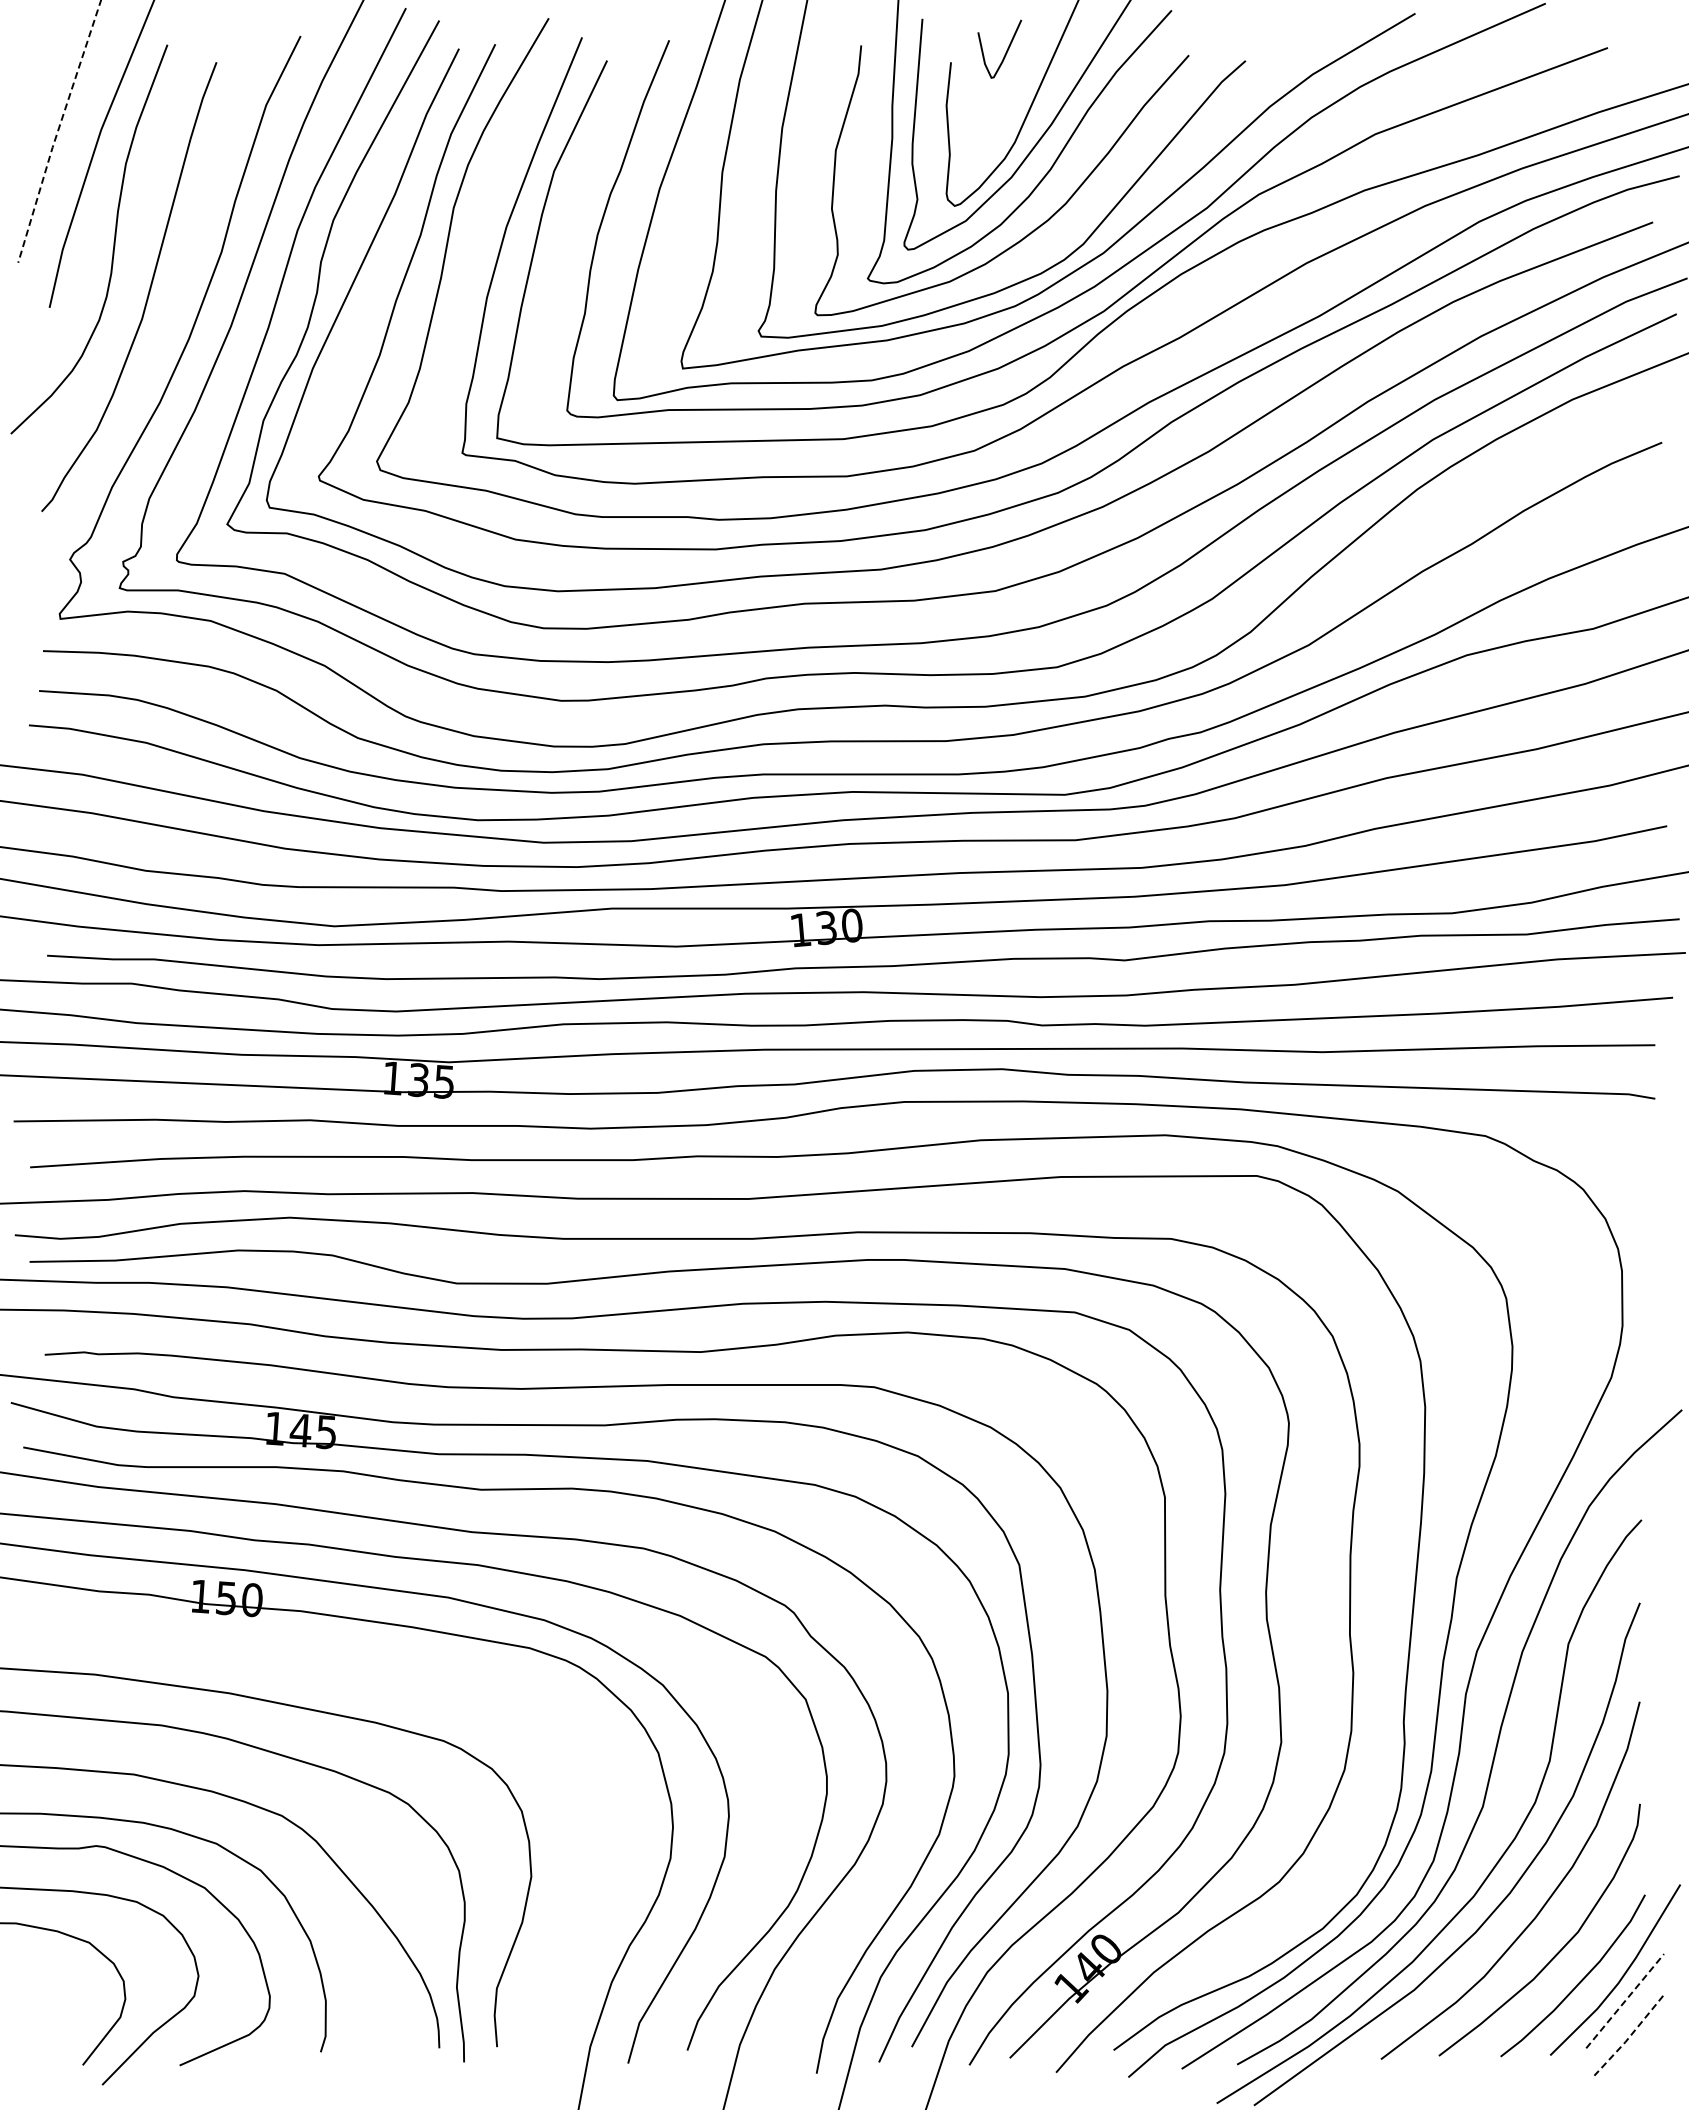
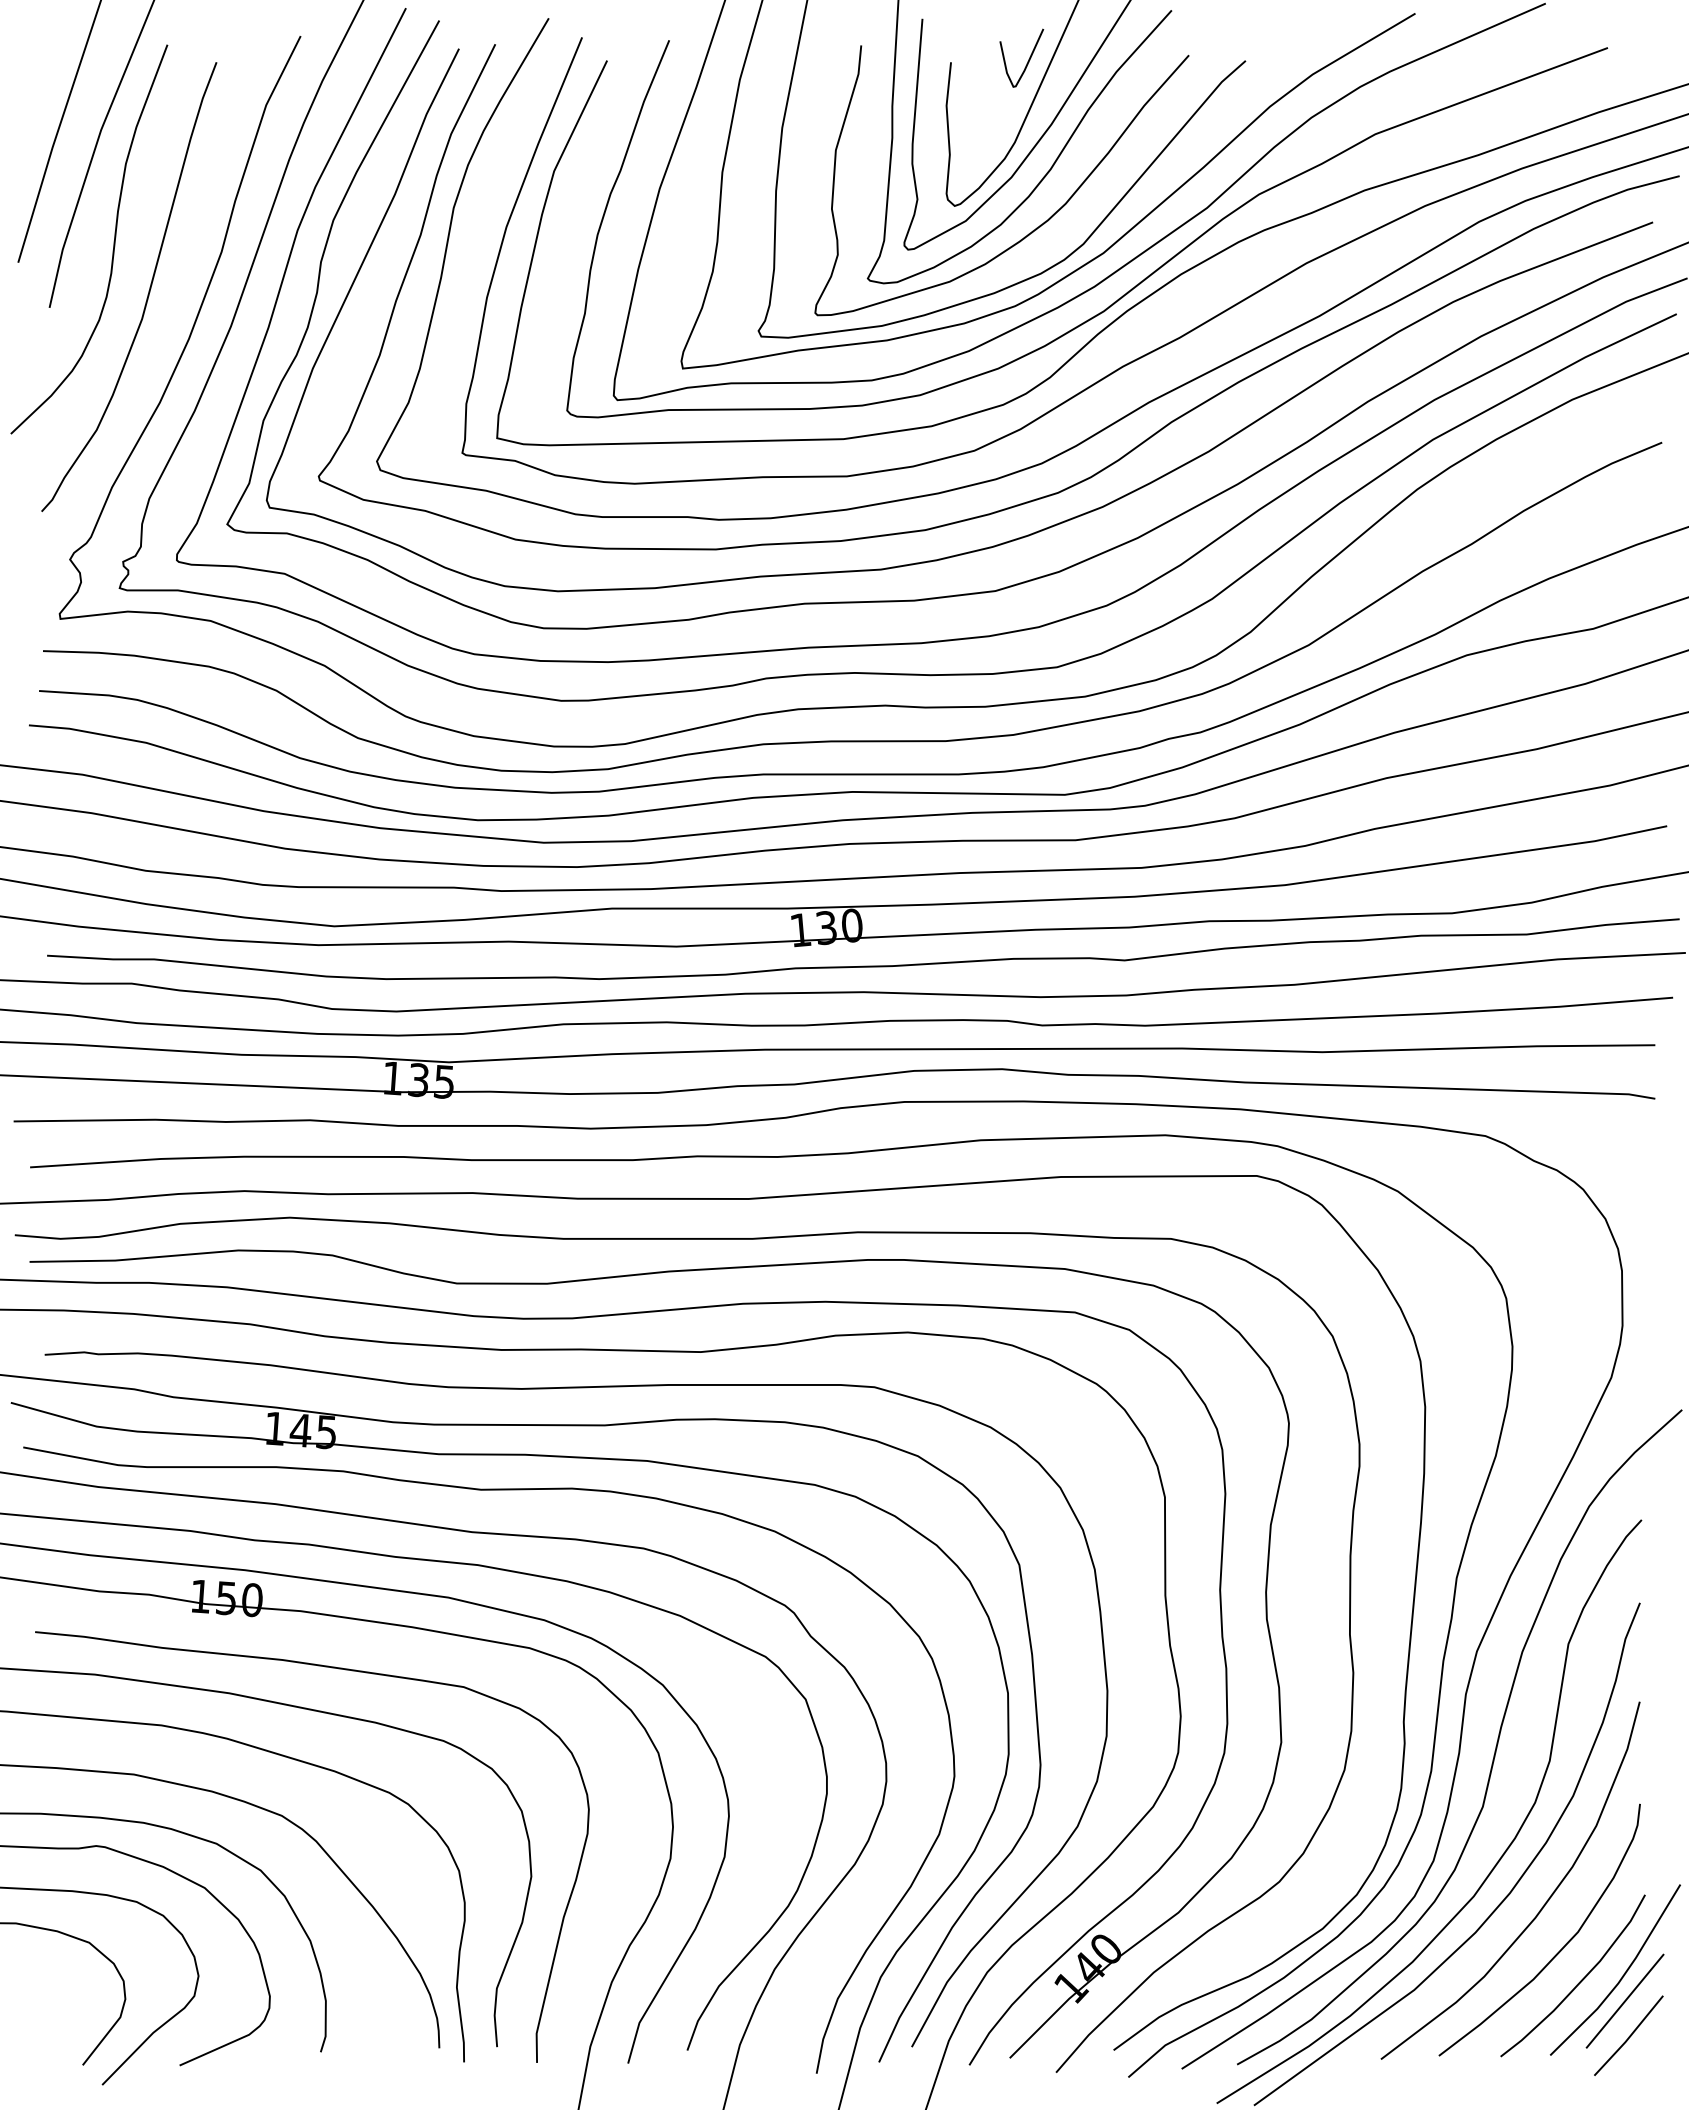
curve at (1005, 52) position: (1005, 52) -> (1027, 61)
line at (57, 132): dashed -> solid
curve at (338, 1669): none -> present
line at (1625, 2000): dashed -> solid
line at (1629, 2037): dashed -> solid
